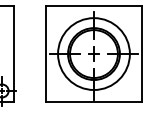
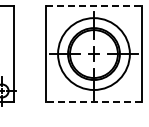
line at (93, 6): solid -> dashed
line at (93, 101): solid -> dashed
